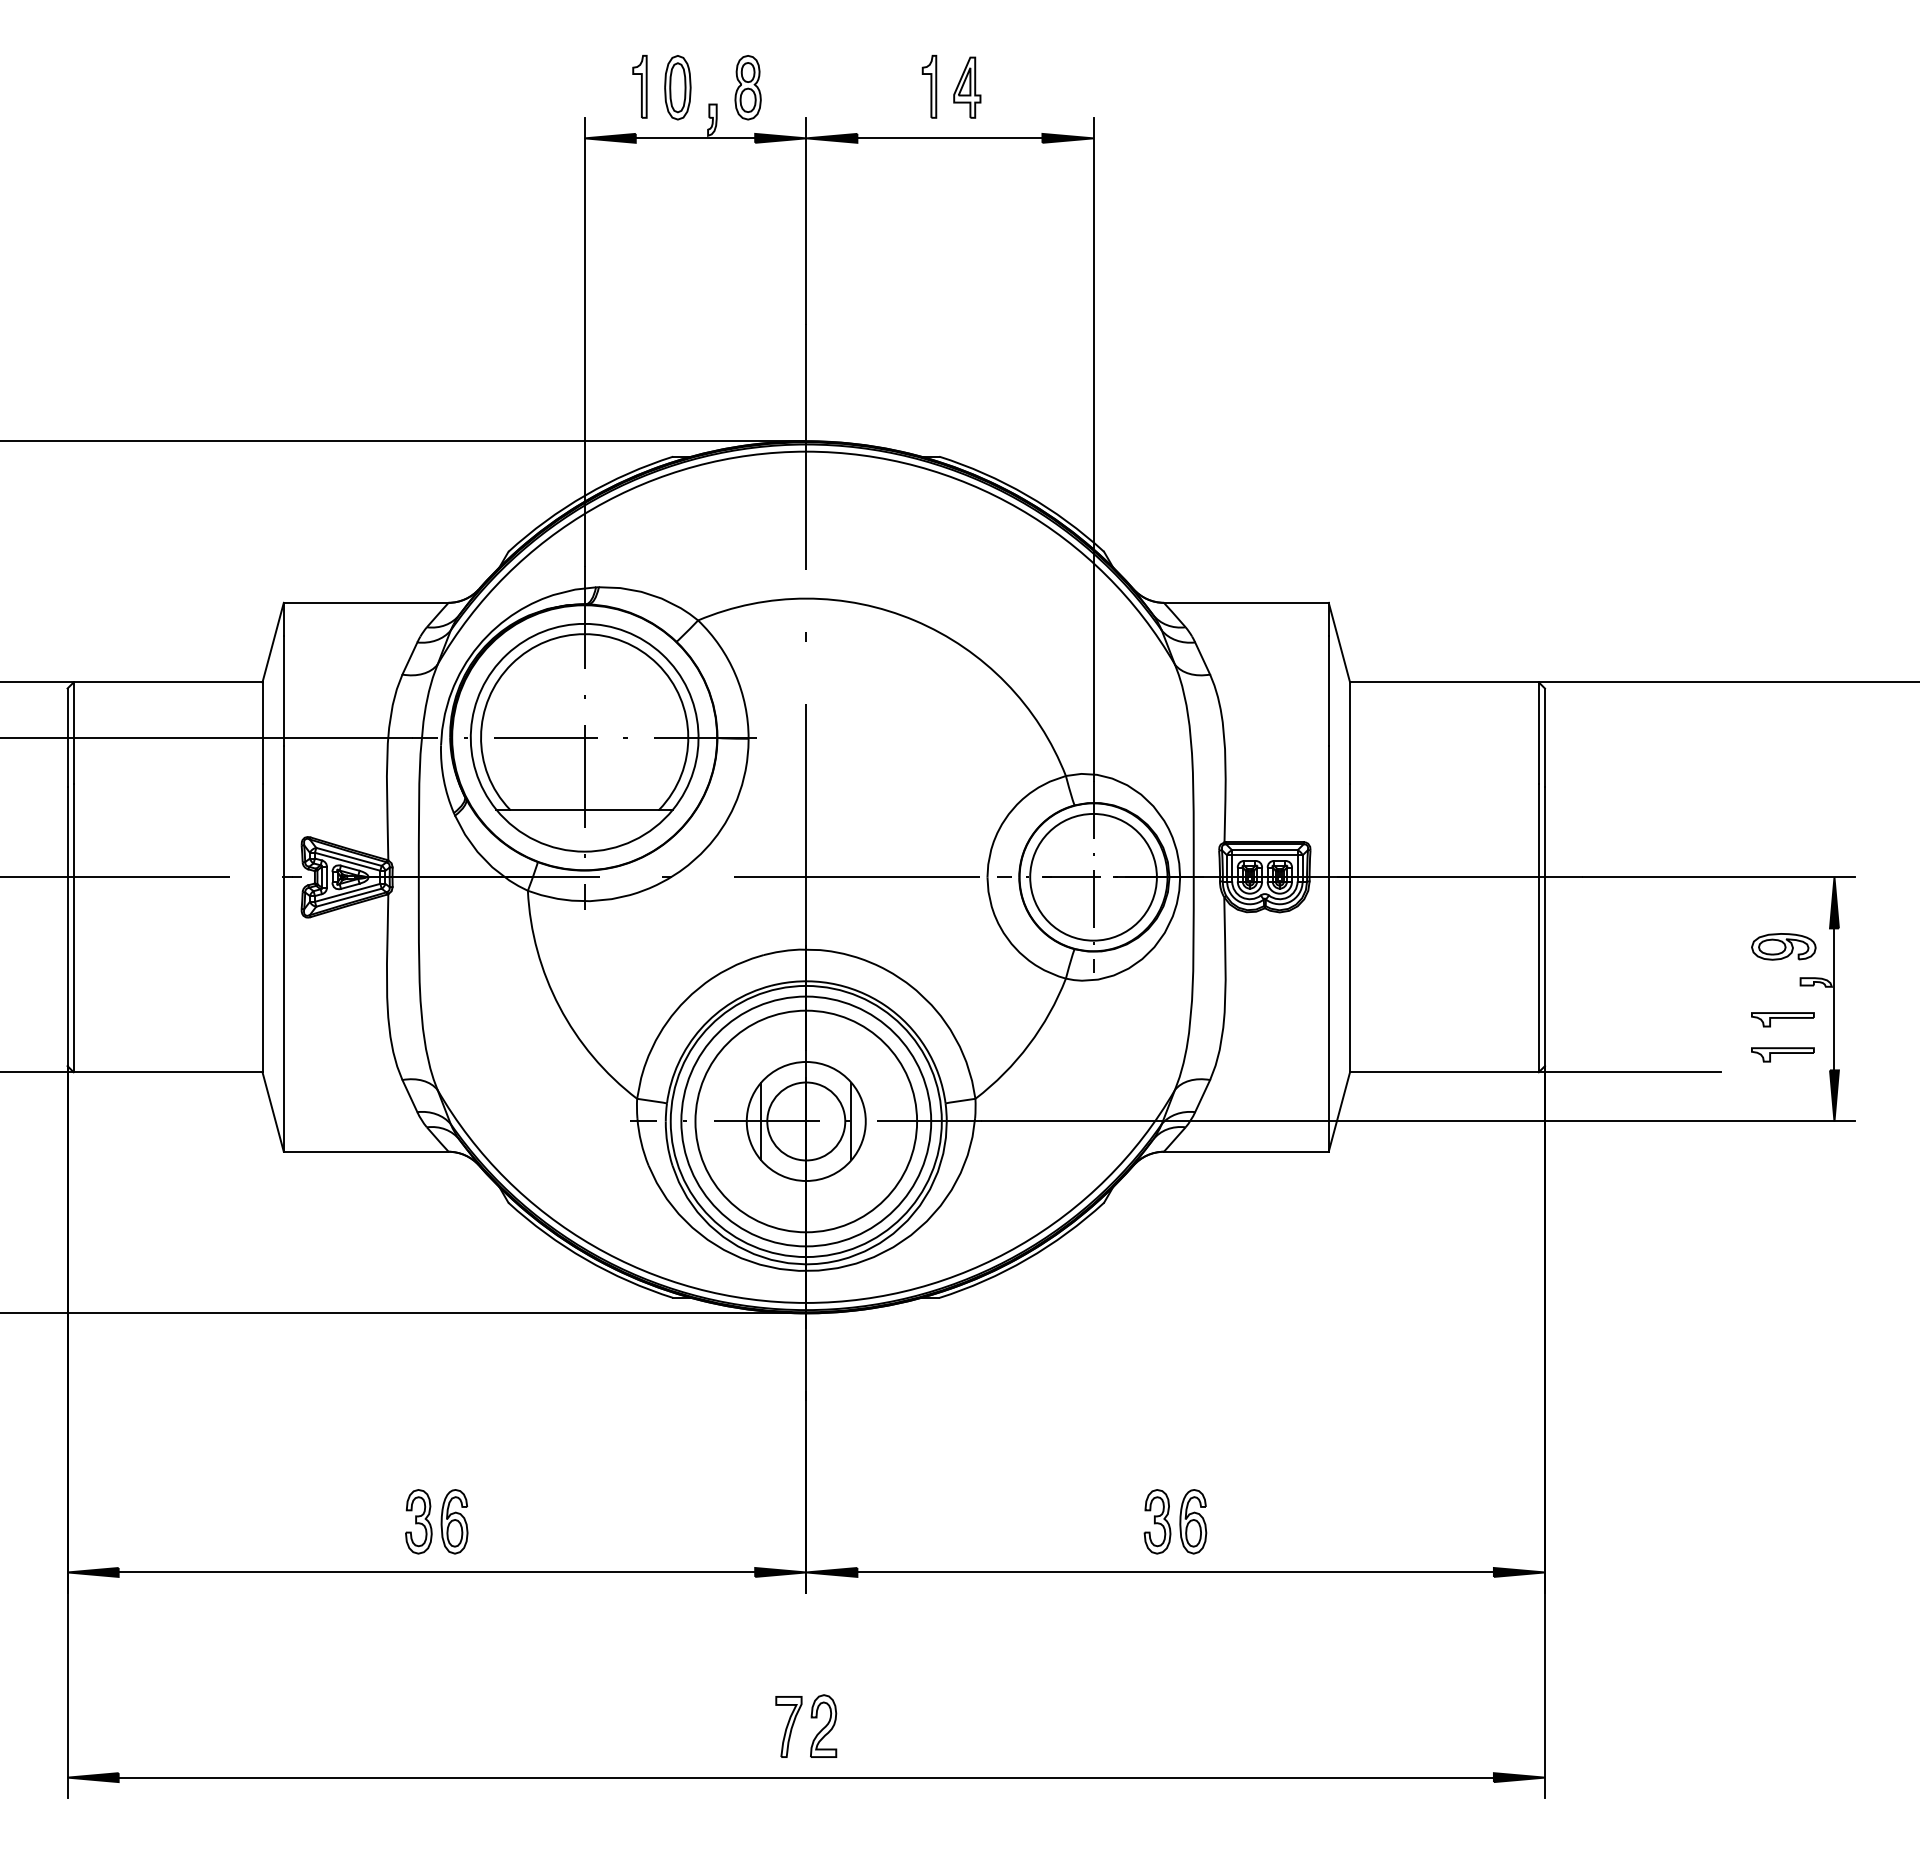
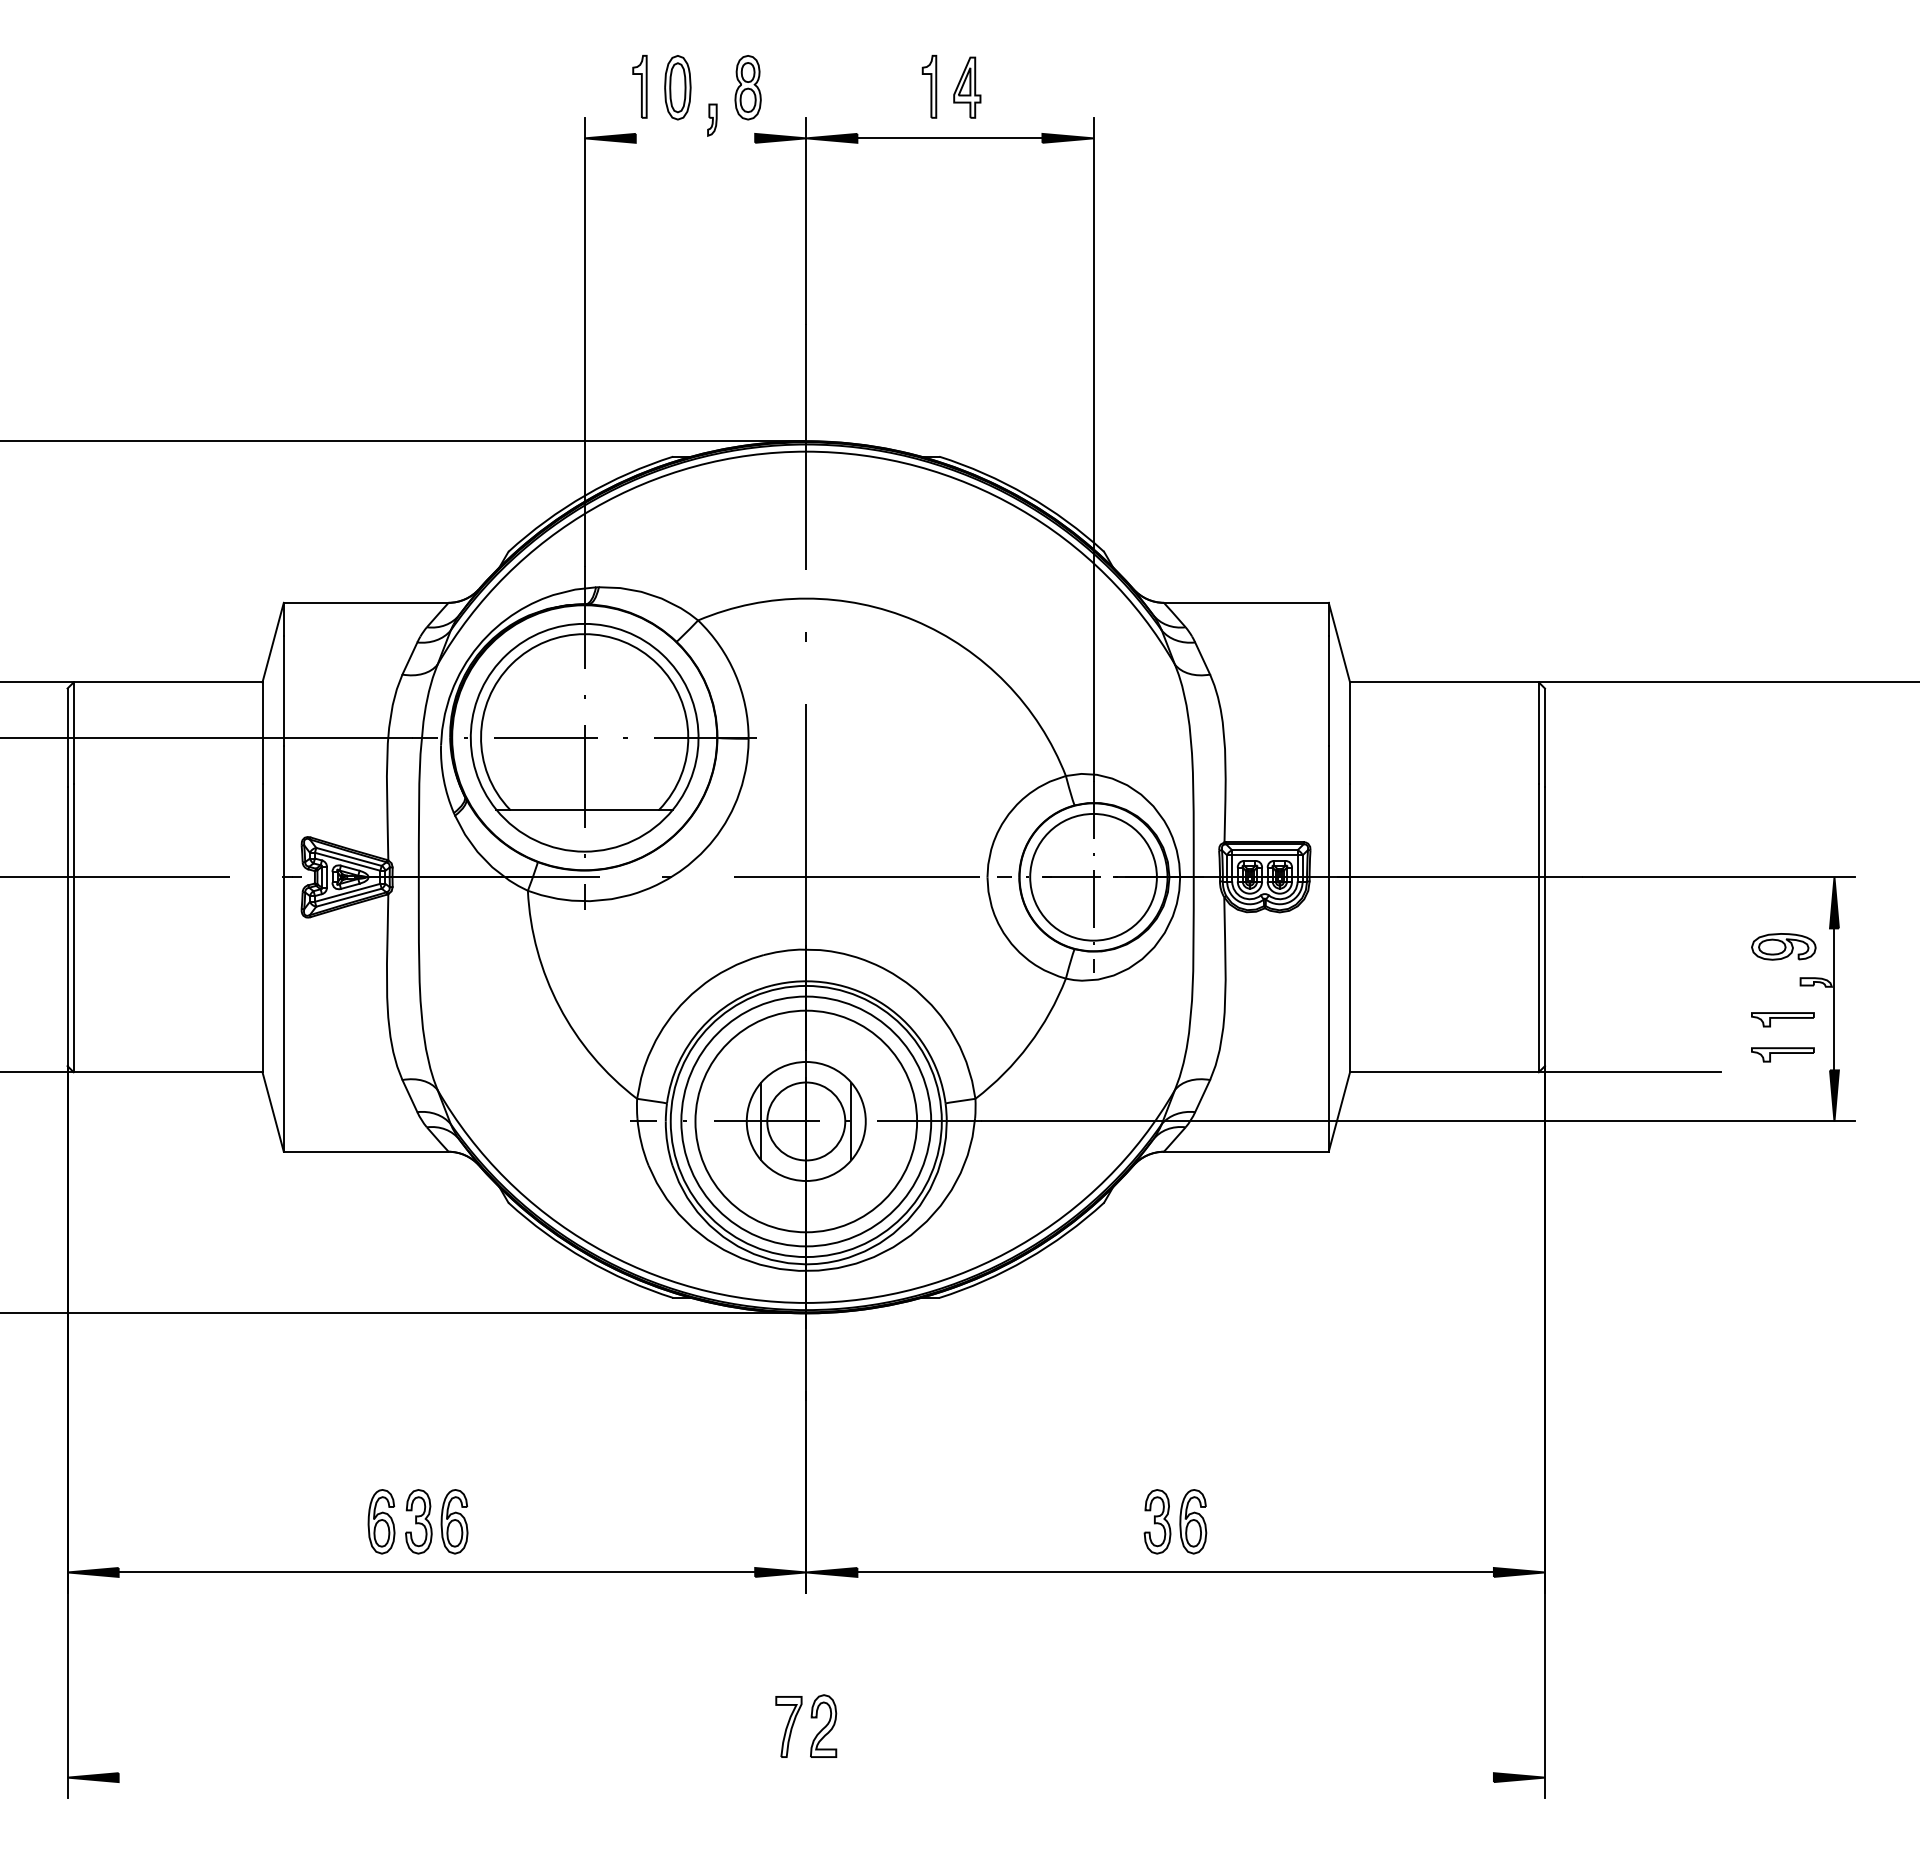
line at (695, 138): present -> none
part at (381, 1521): none -> present
line at (805, 1777): present -> none
